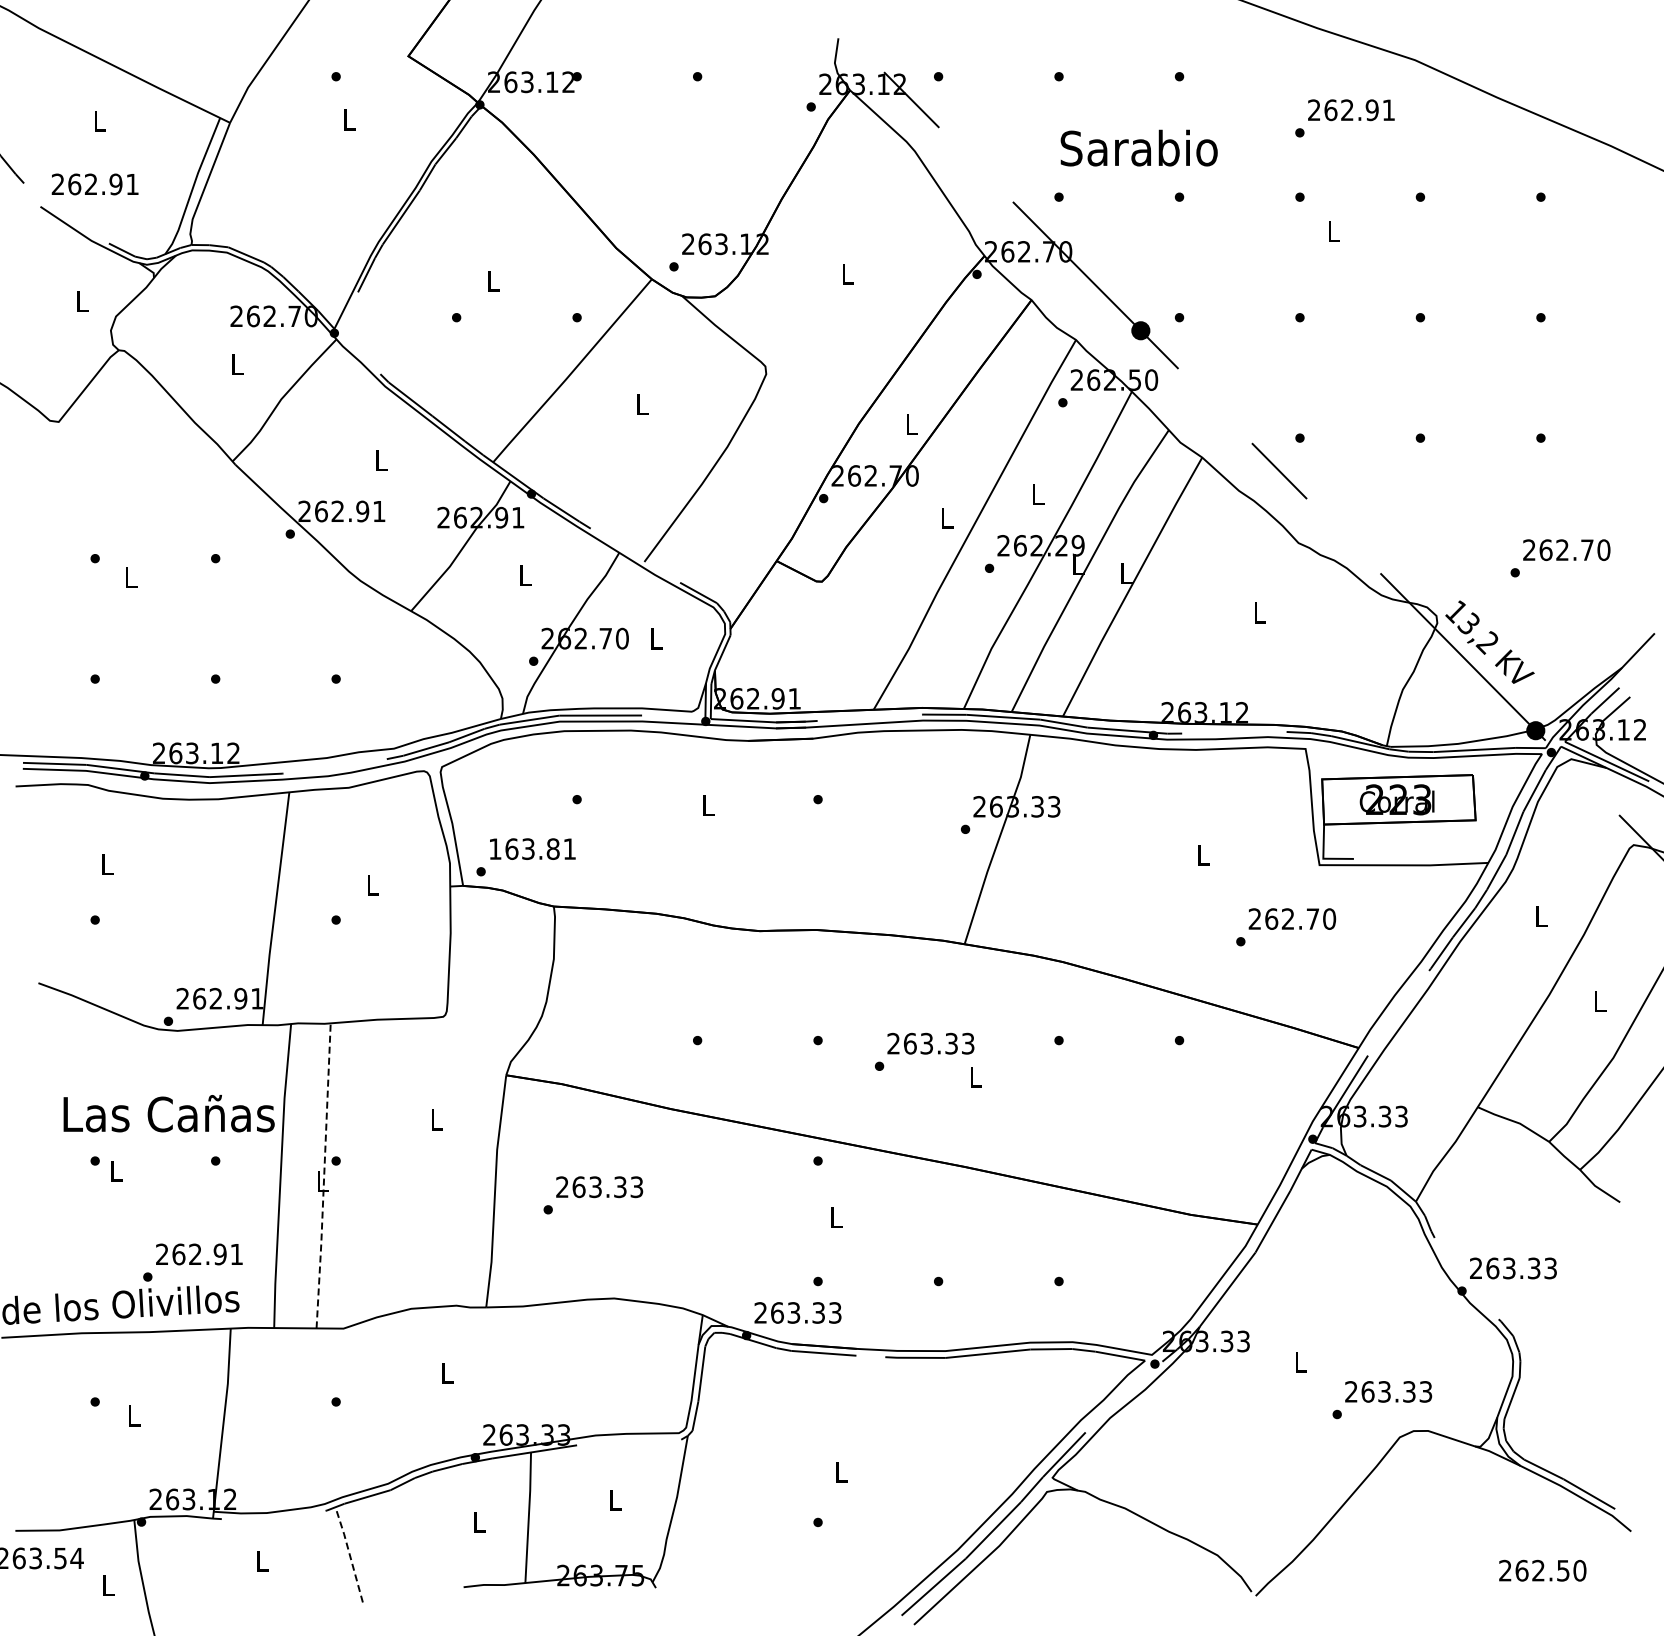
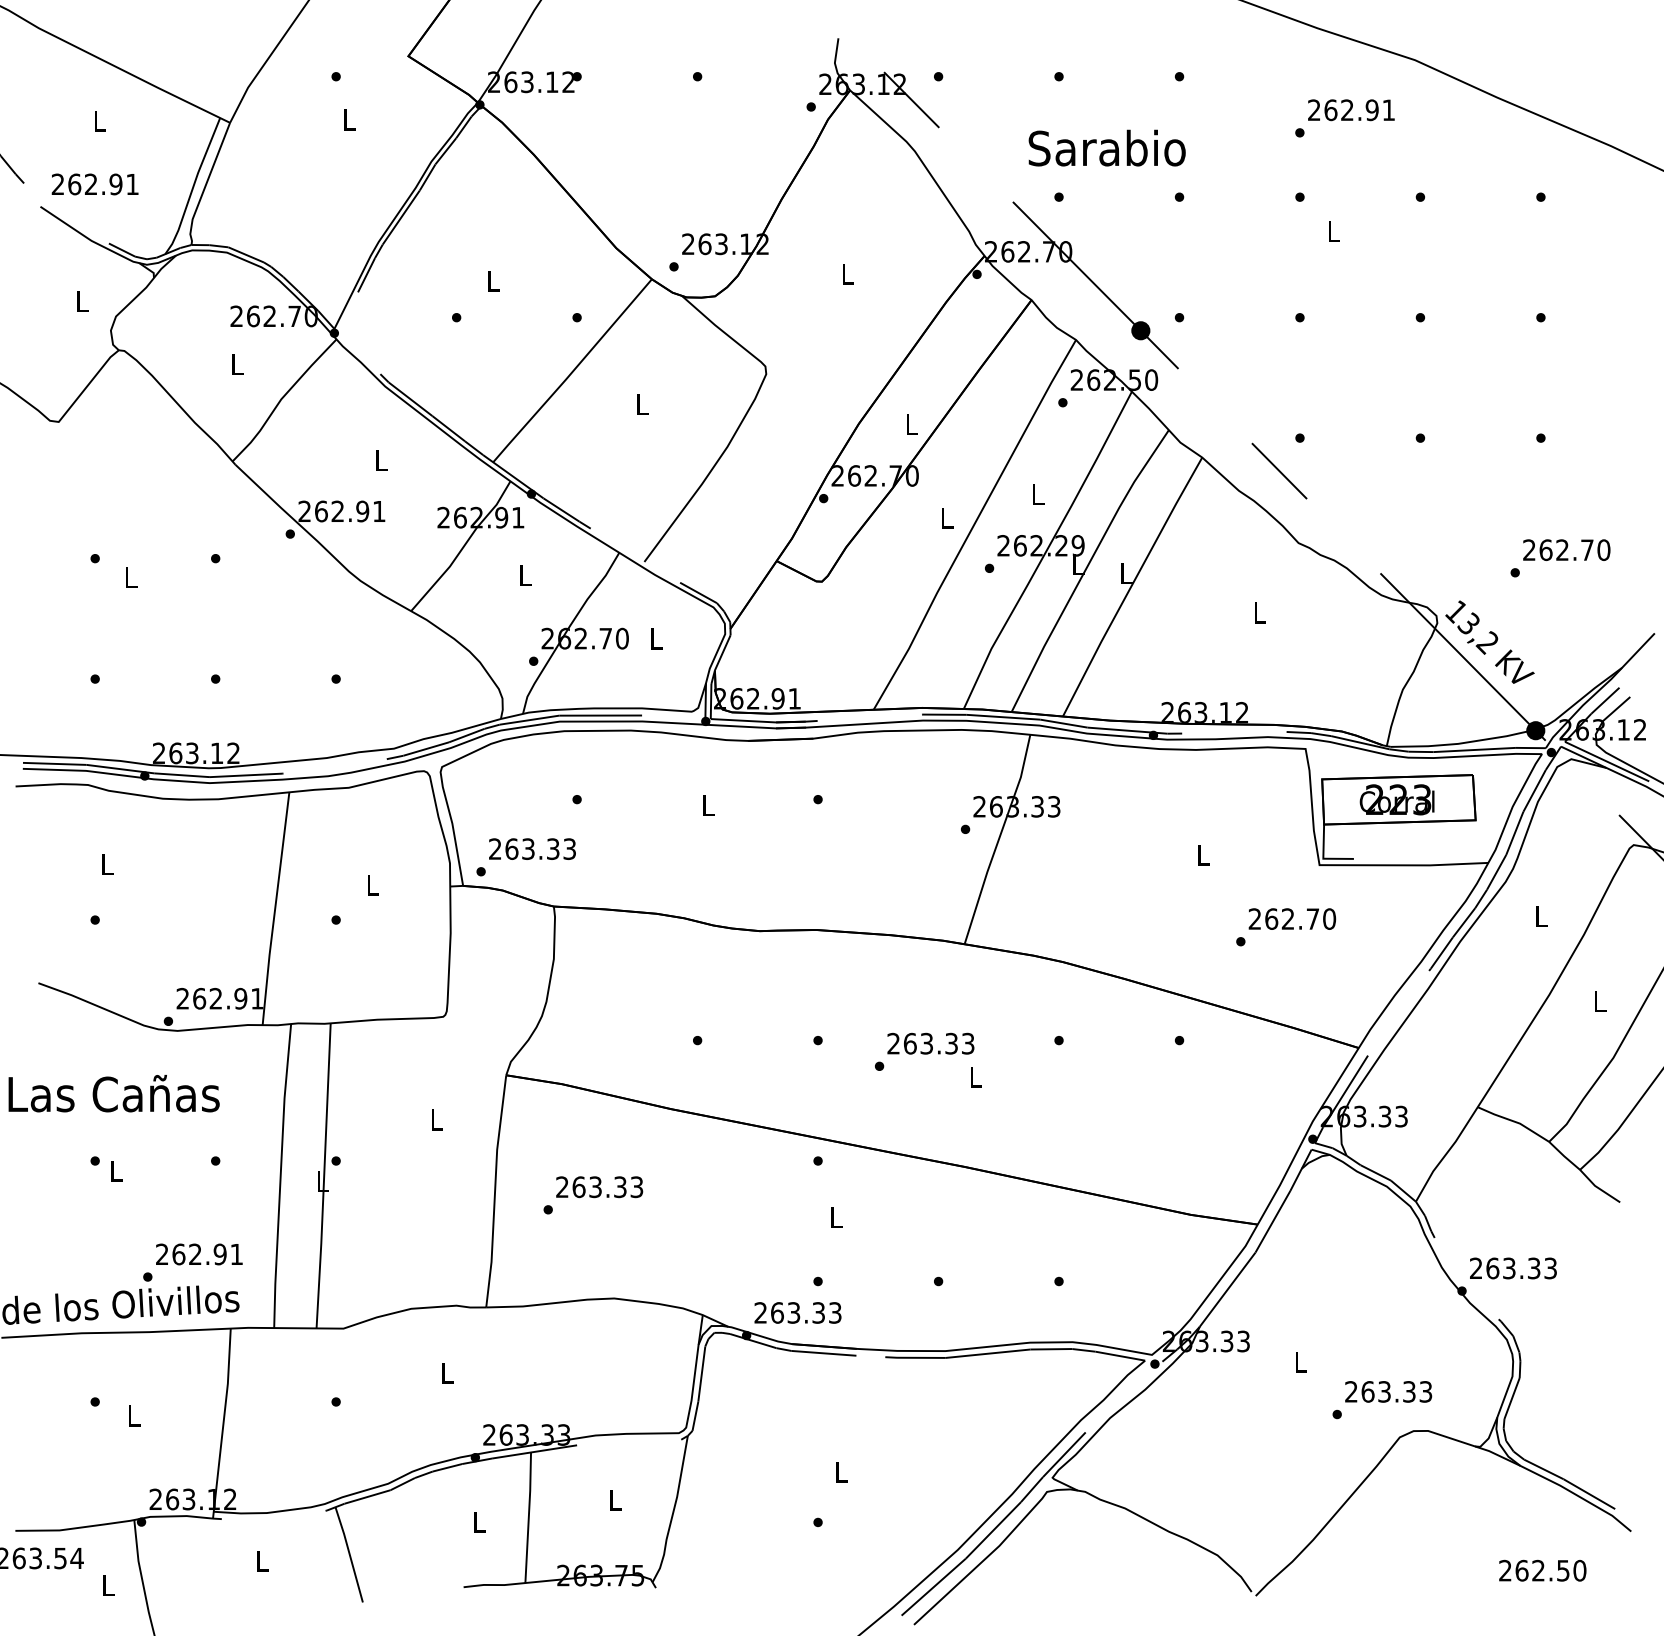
text at (1138, 147) position: (1138, 147) -> (1106, 147)
text at (532, 848): 163.81 -> 263.33
text at (168, 1113) position: (168, 1113) -> (113, 1093)
line at (324, 1175): dashed -> solid
line at (349, 1553): dashed -> solid
